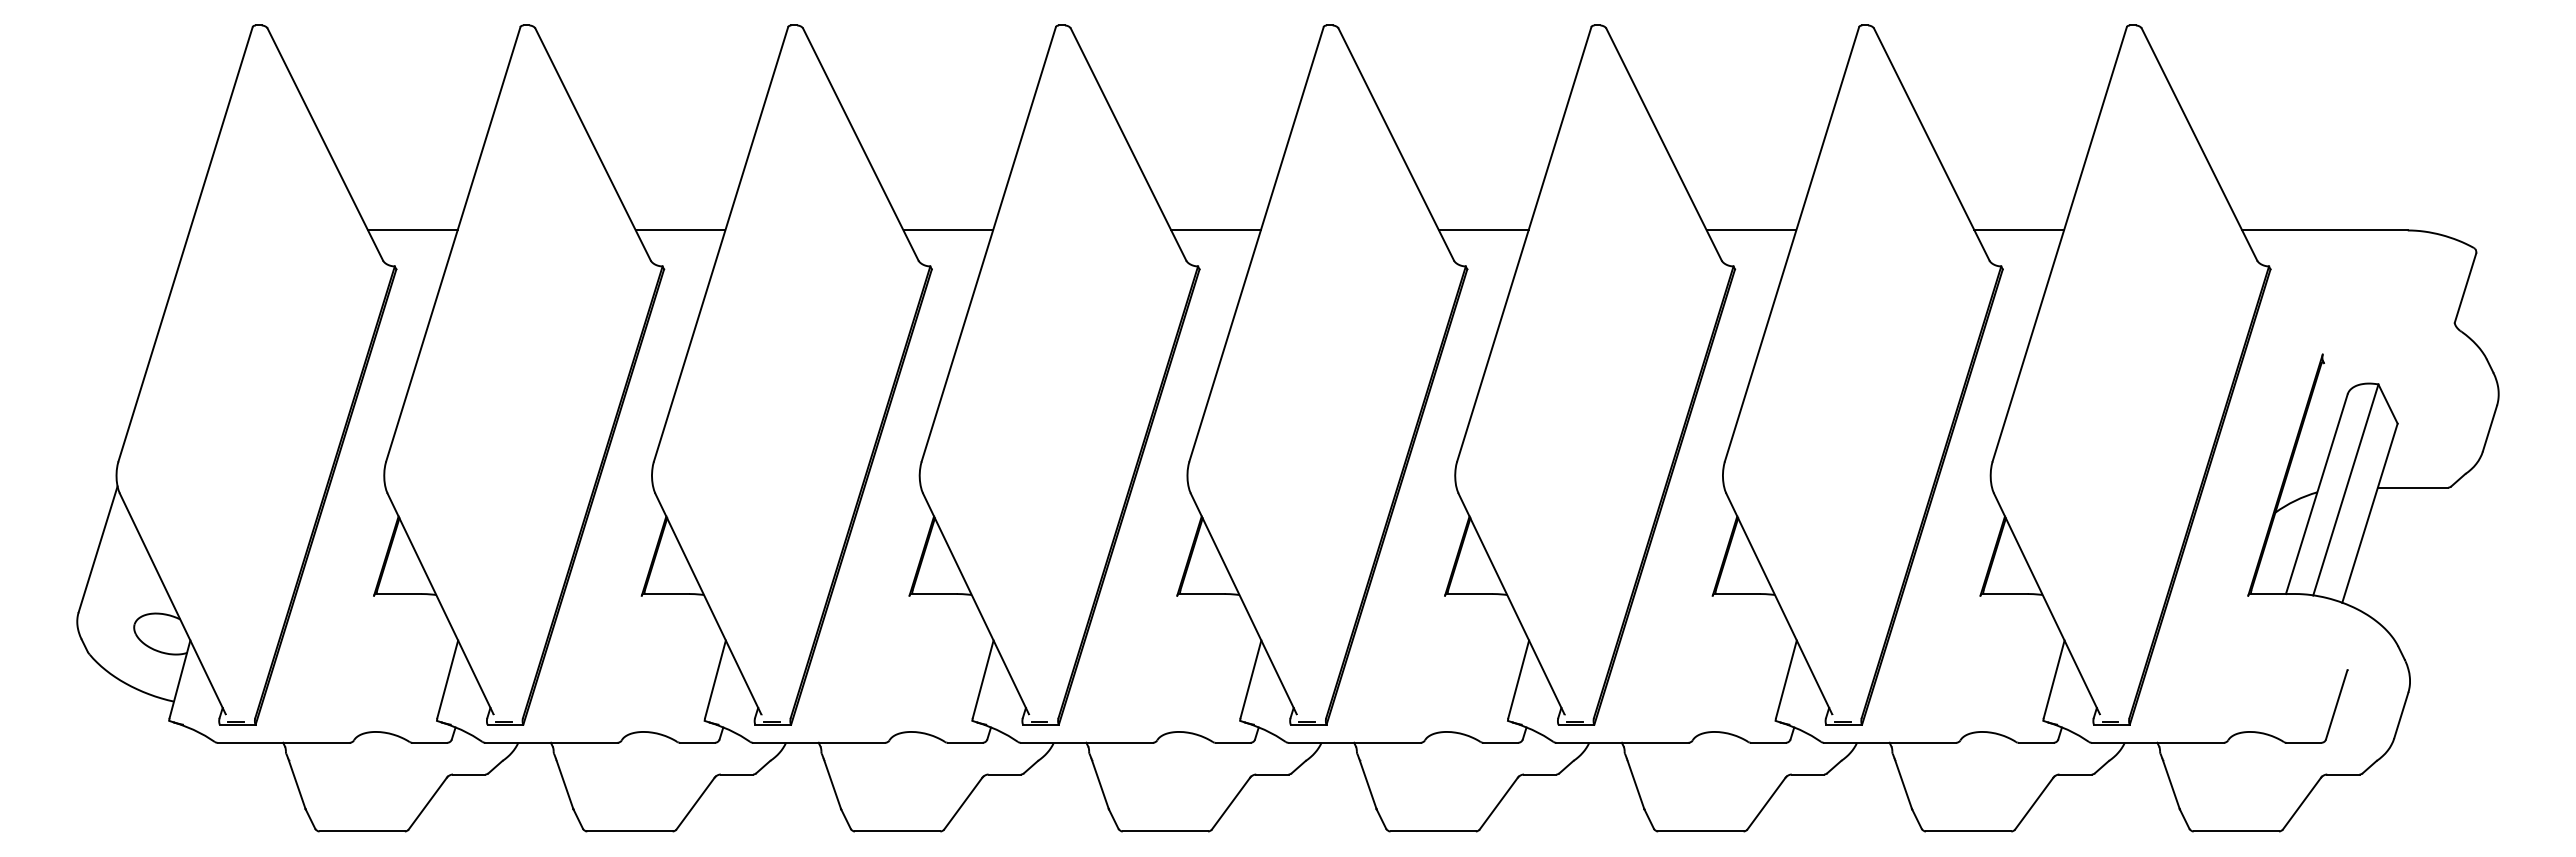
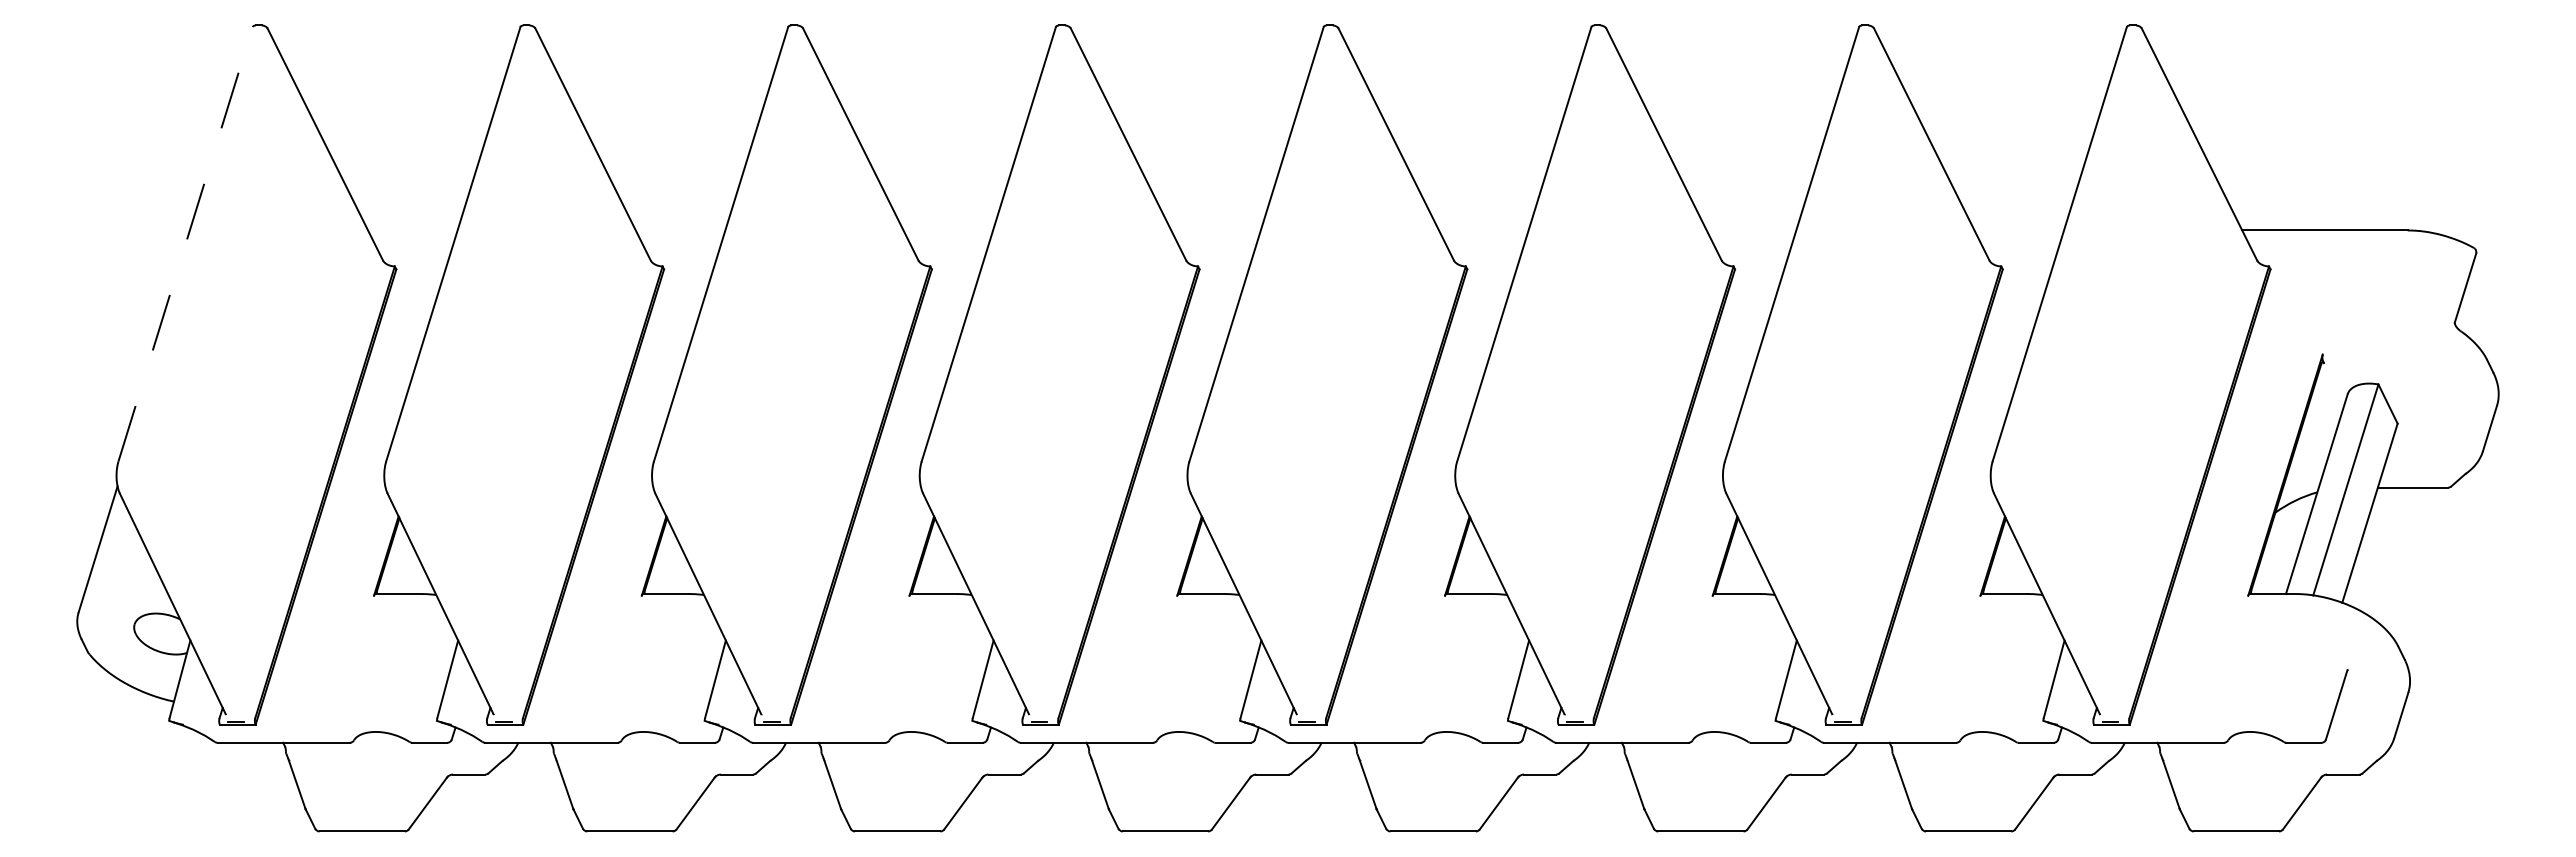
line at (412, 230): present -> none
line at (680, 230): present -> none
line at (948, 230): present -> none
line at (1215, 230): present -> none
line at (1483, 230): present -> none
line at (1751, 230): present -> none
line at (2019, 230): present -> none
line at (185, 243): solid -> dashed
